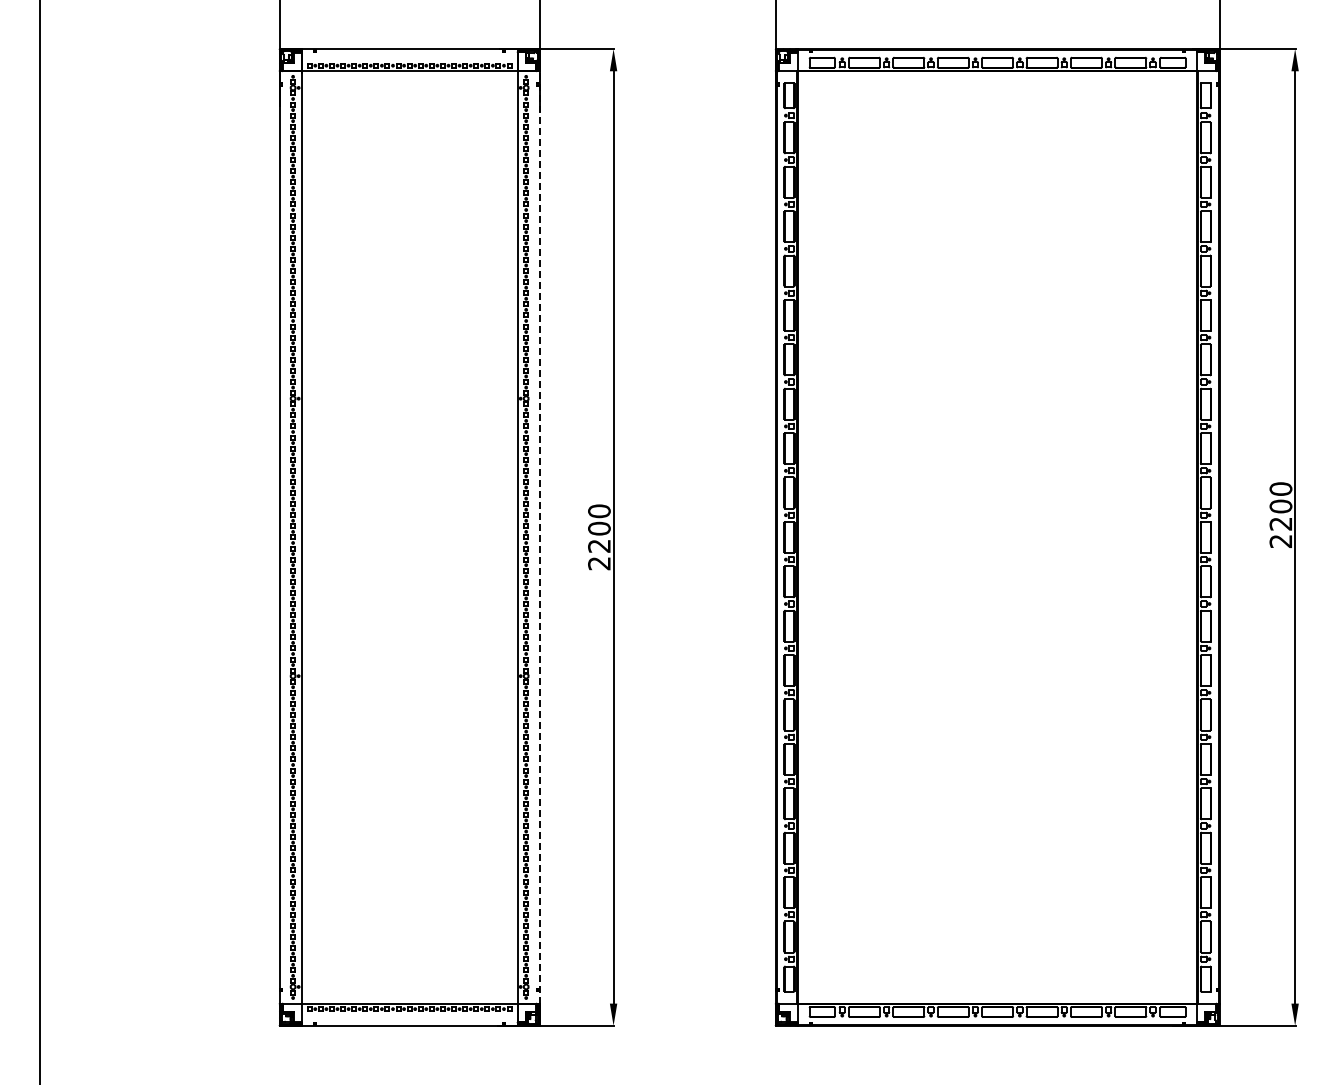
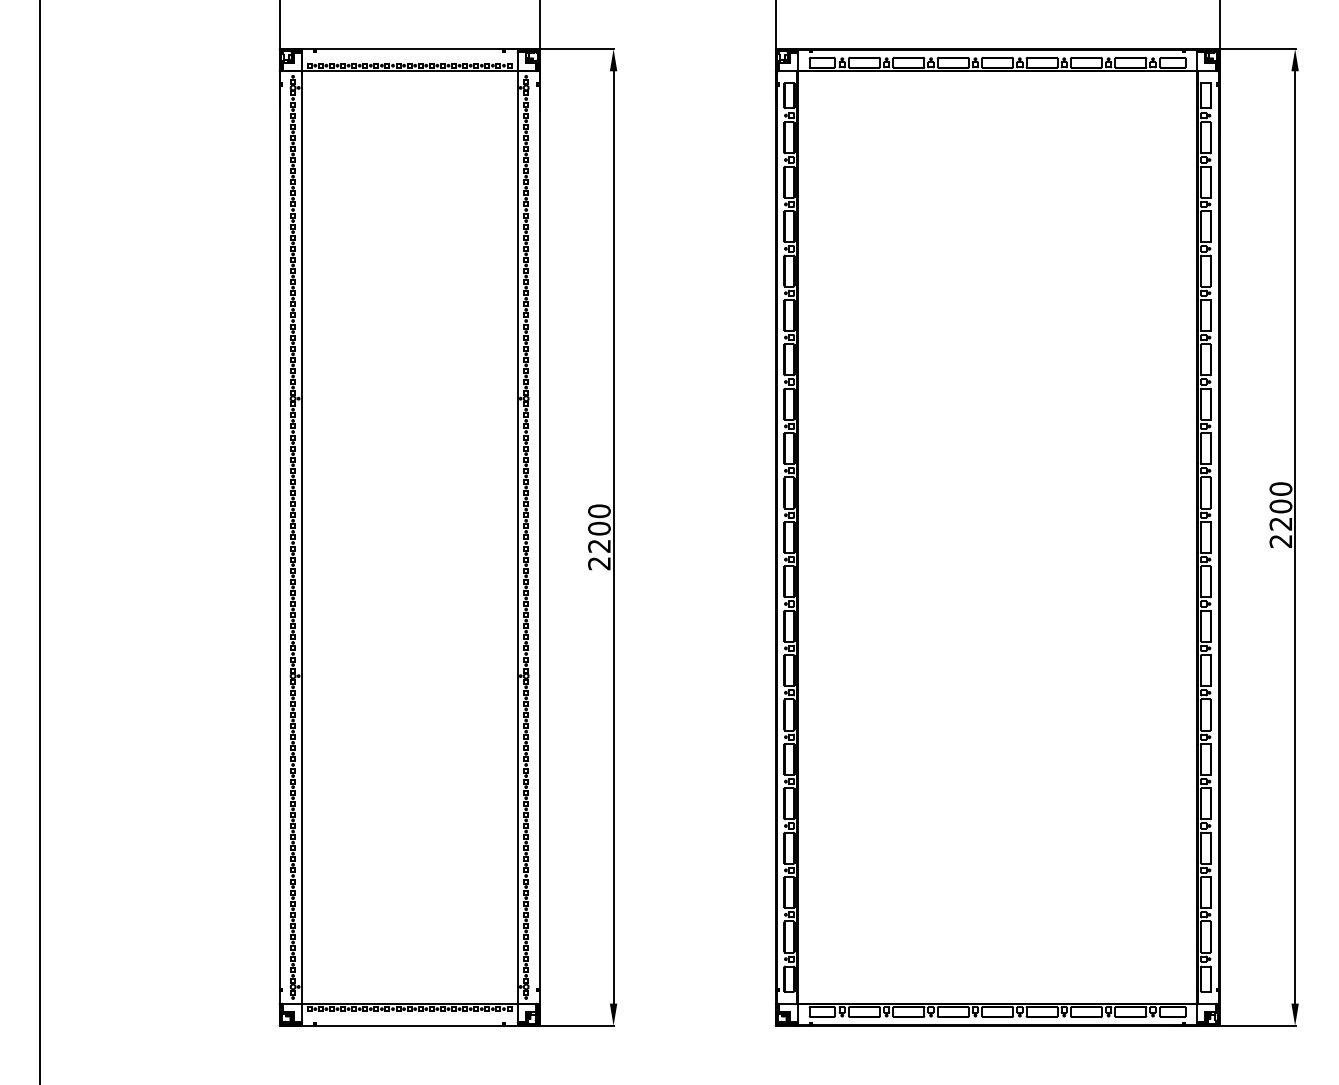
line at (539, 536): dashed -> solid
